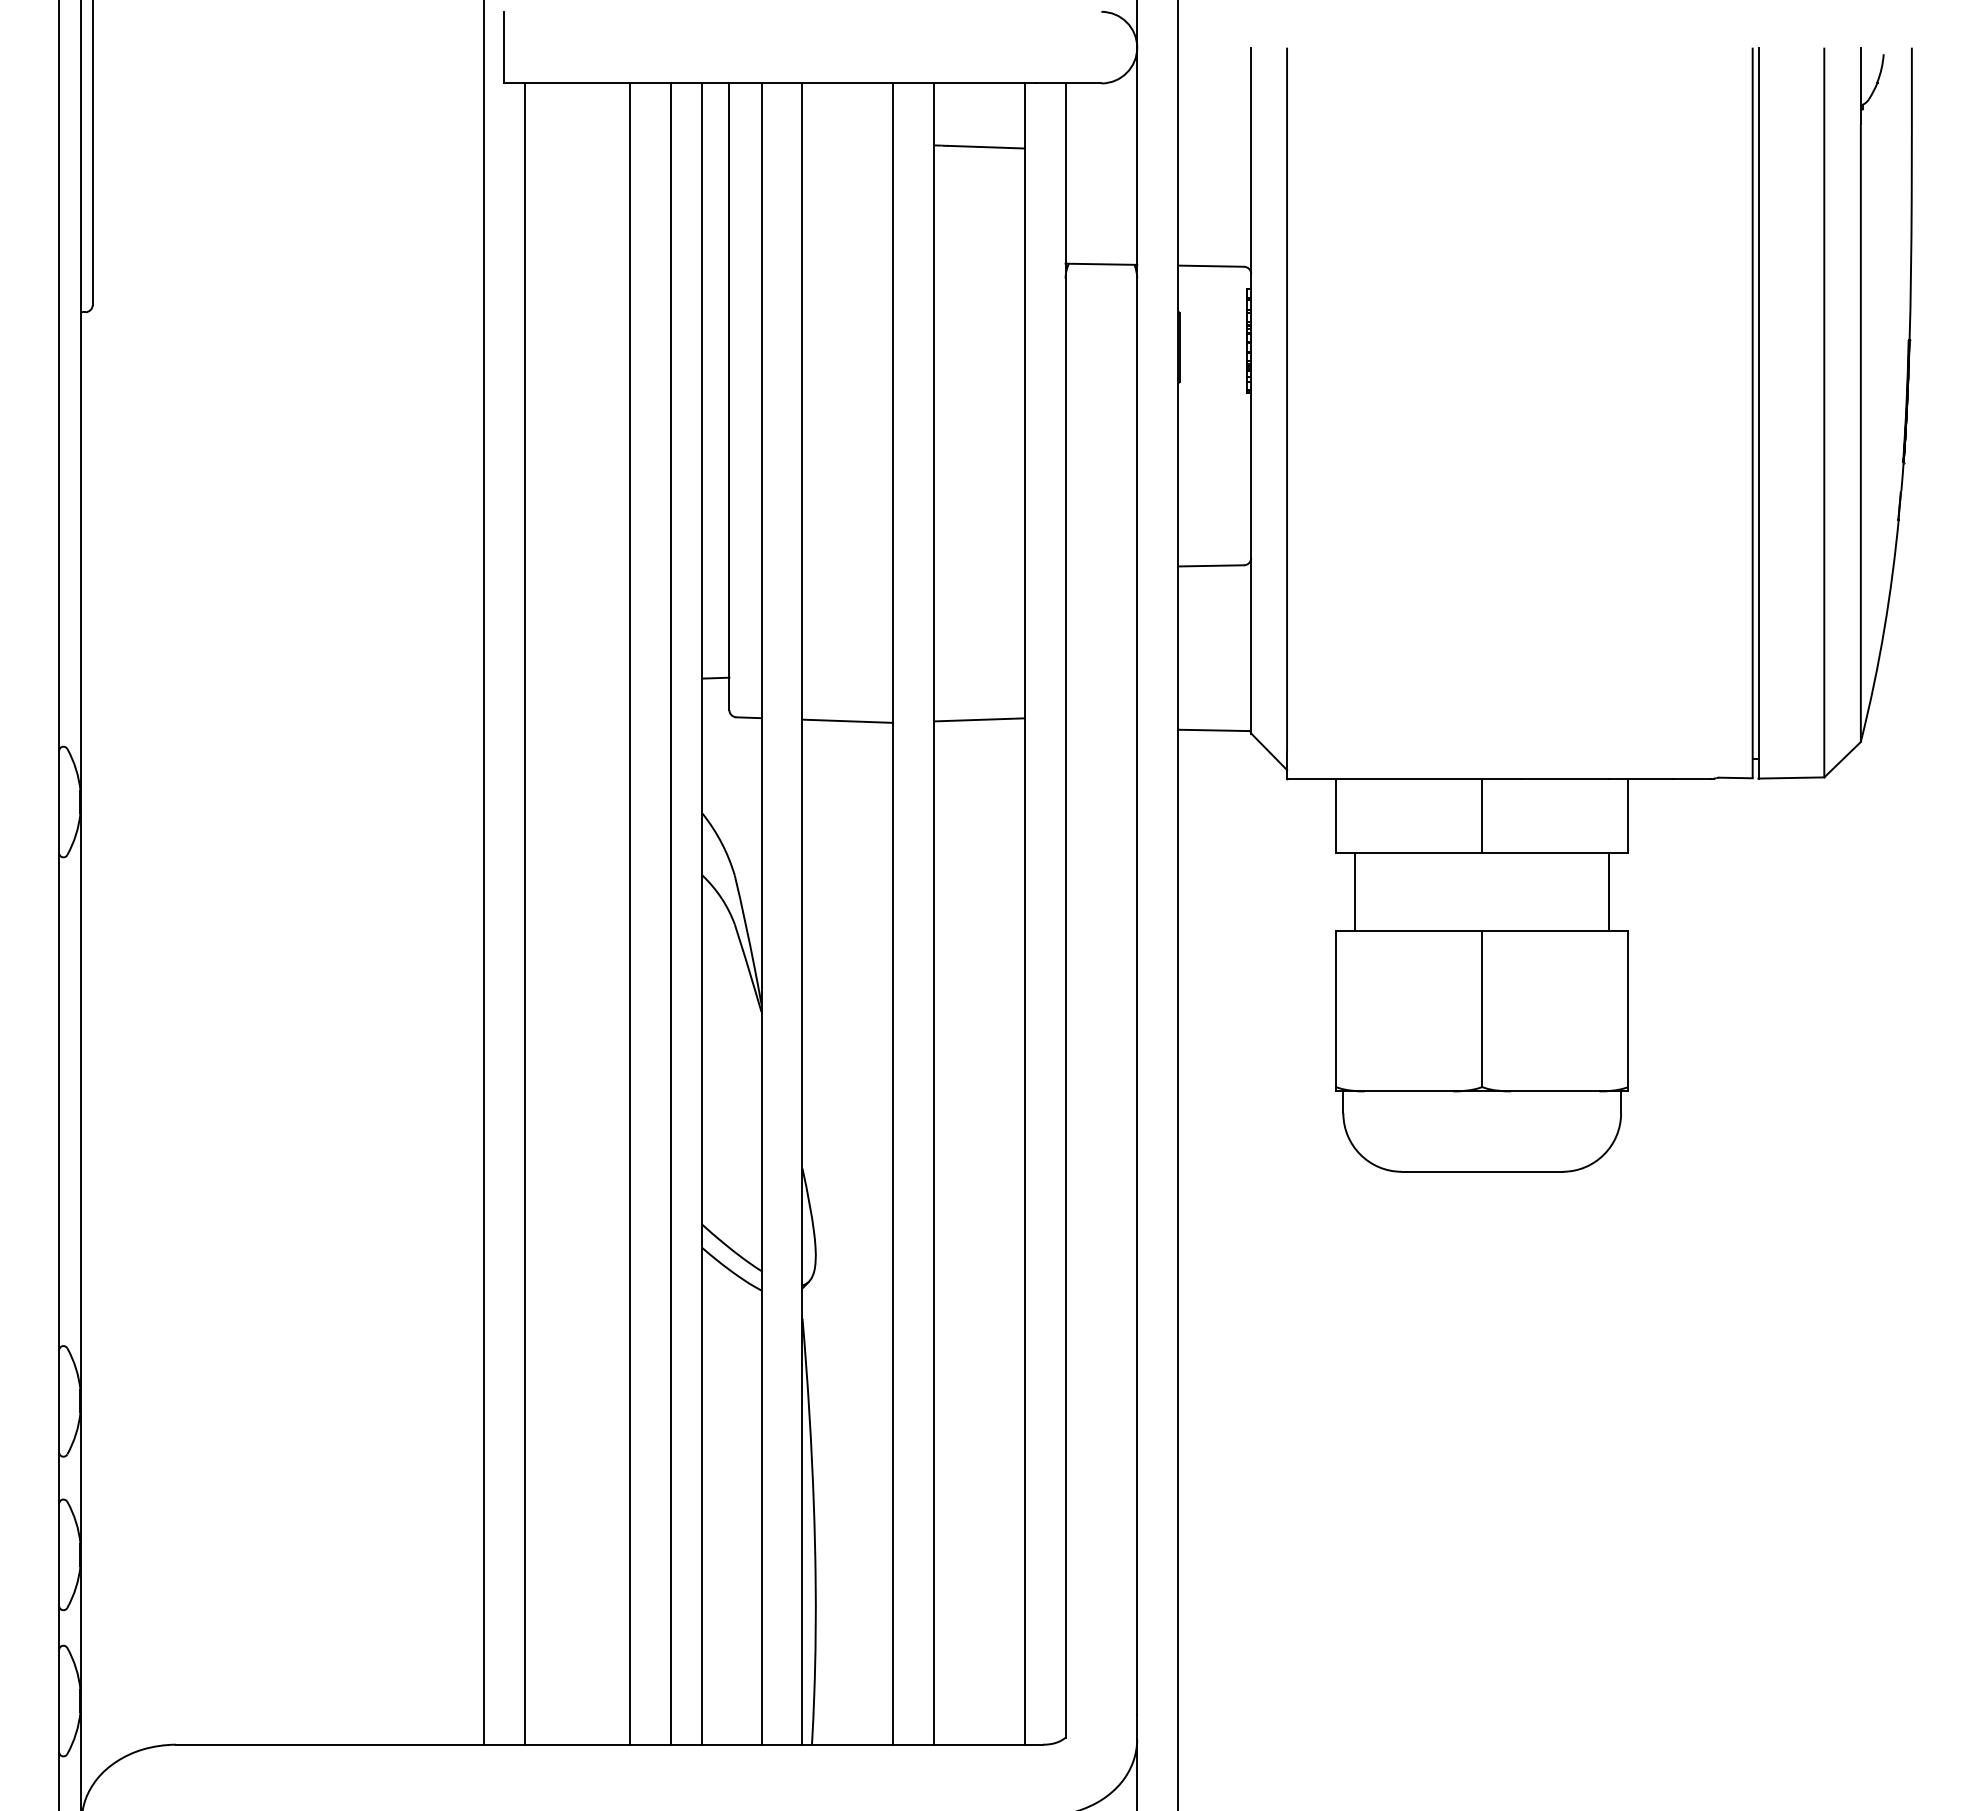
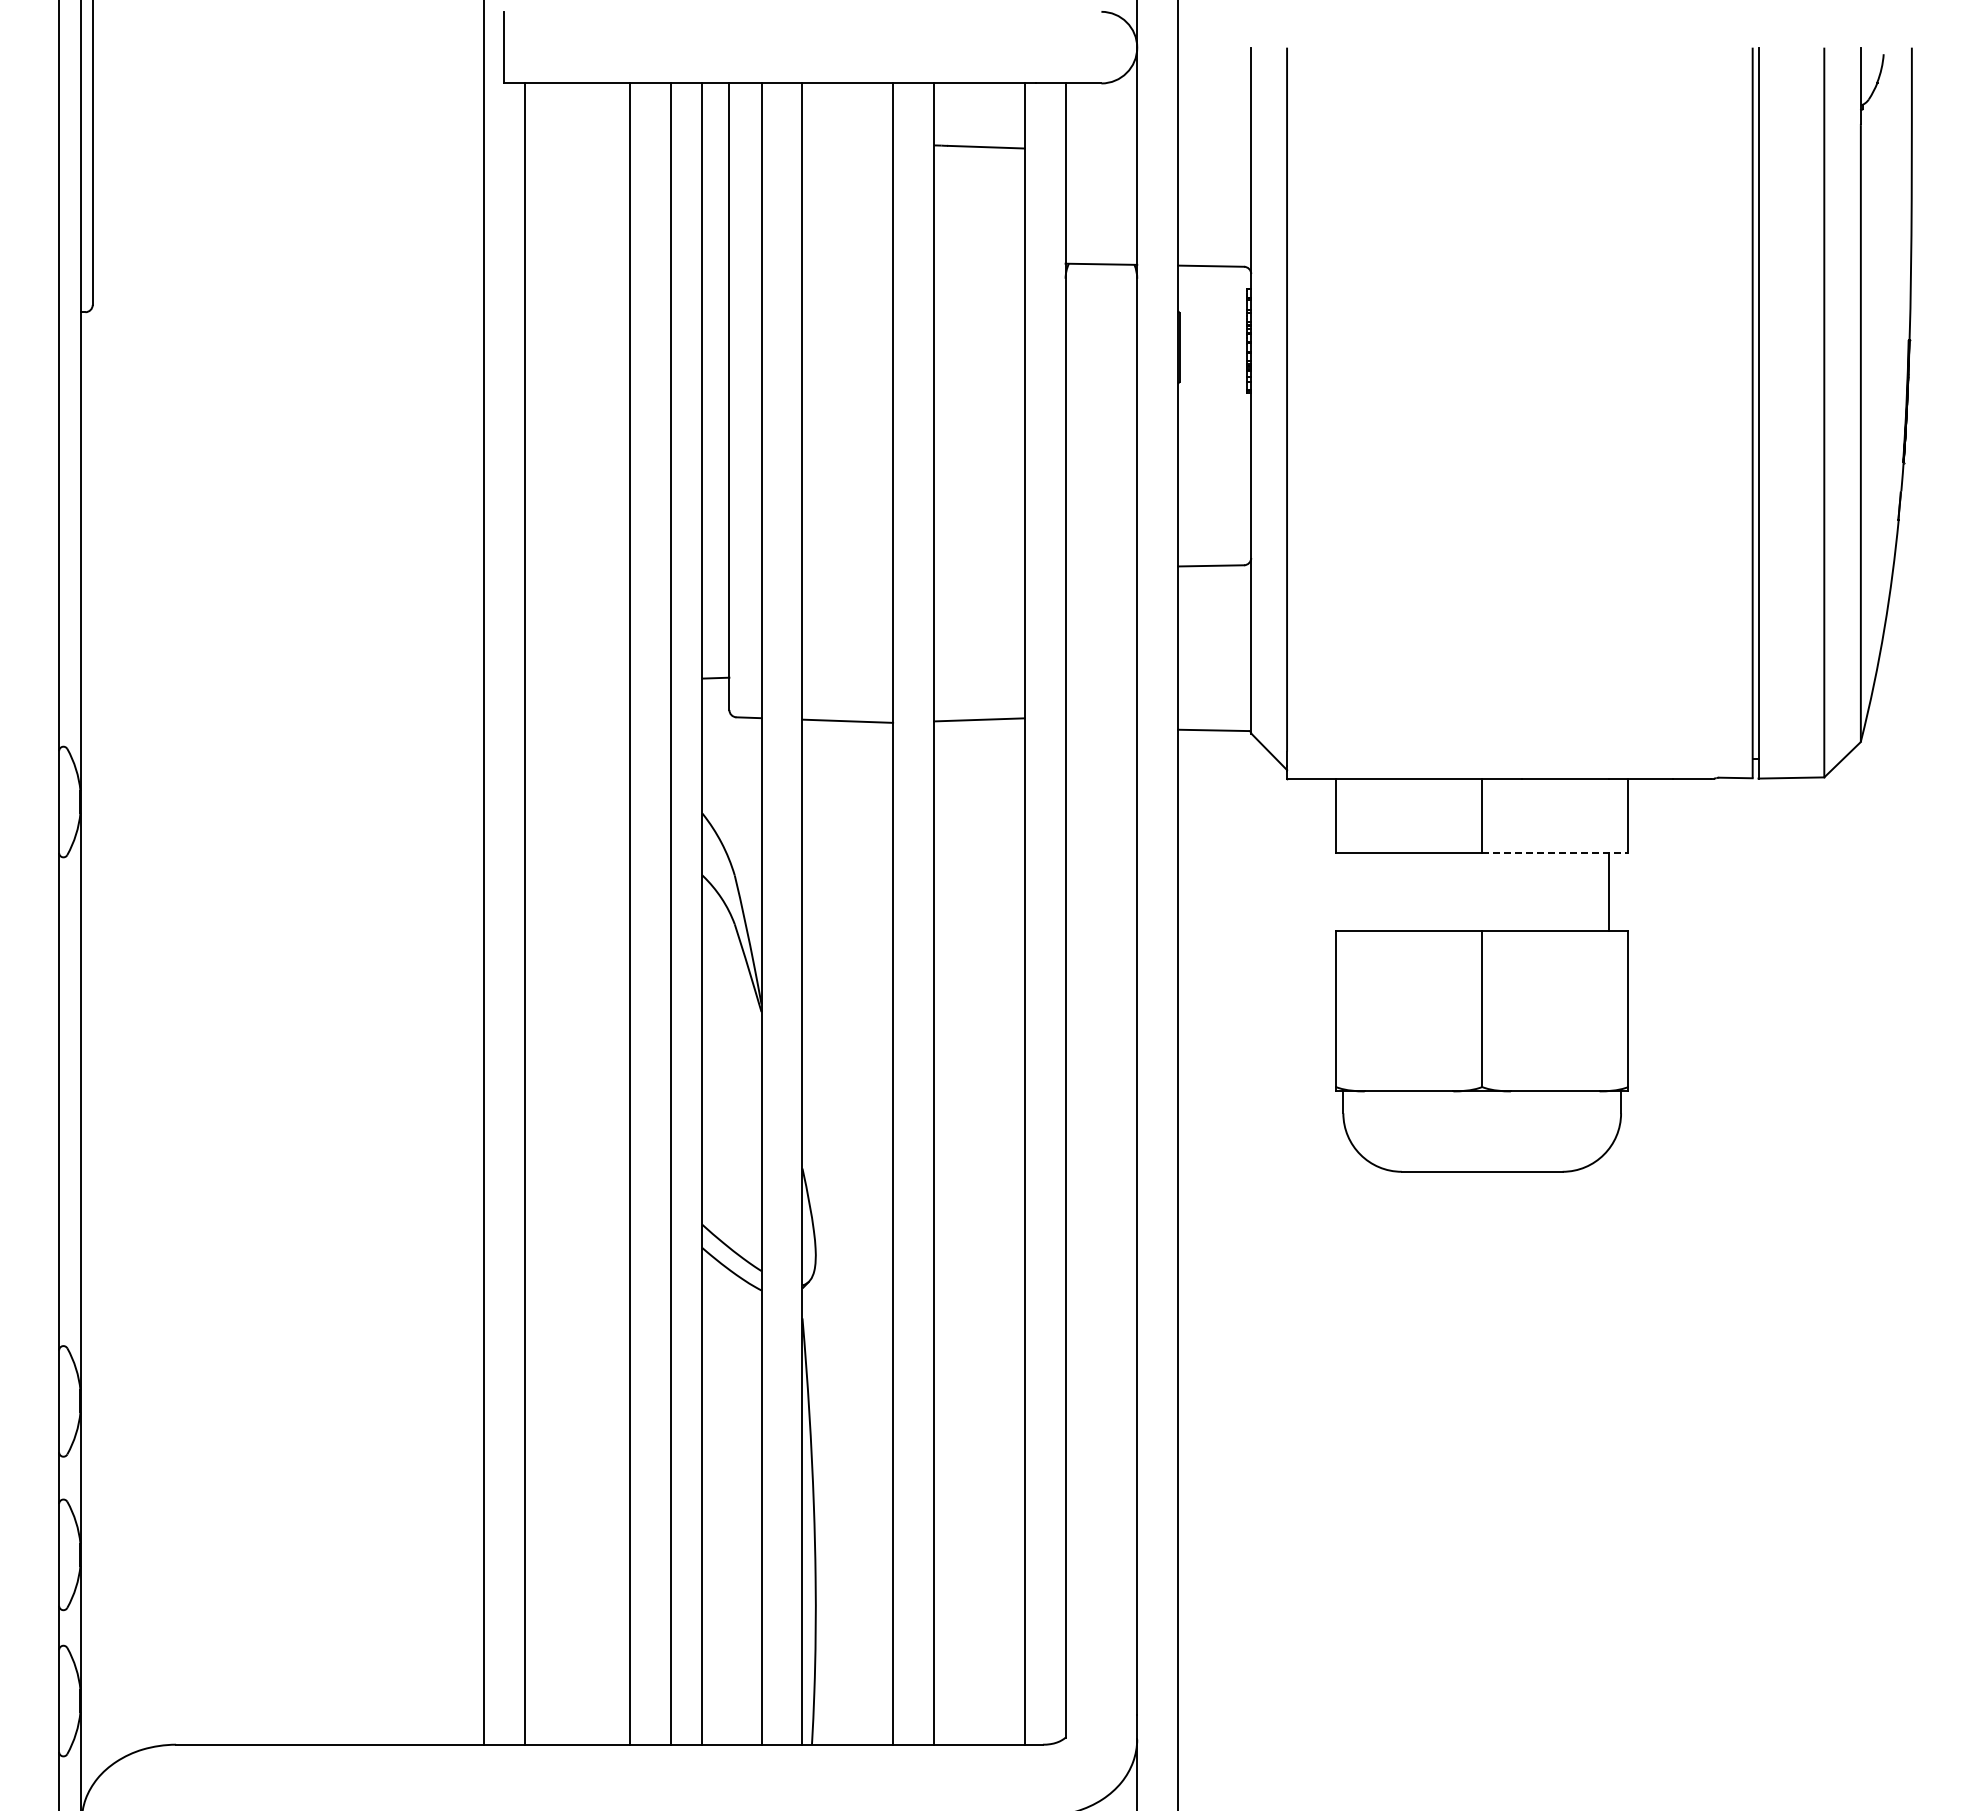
line at (1555, 853): solid -> dashed
line at (1355, 891): present -> none
